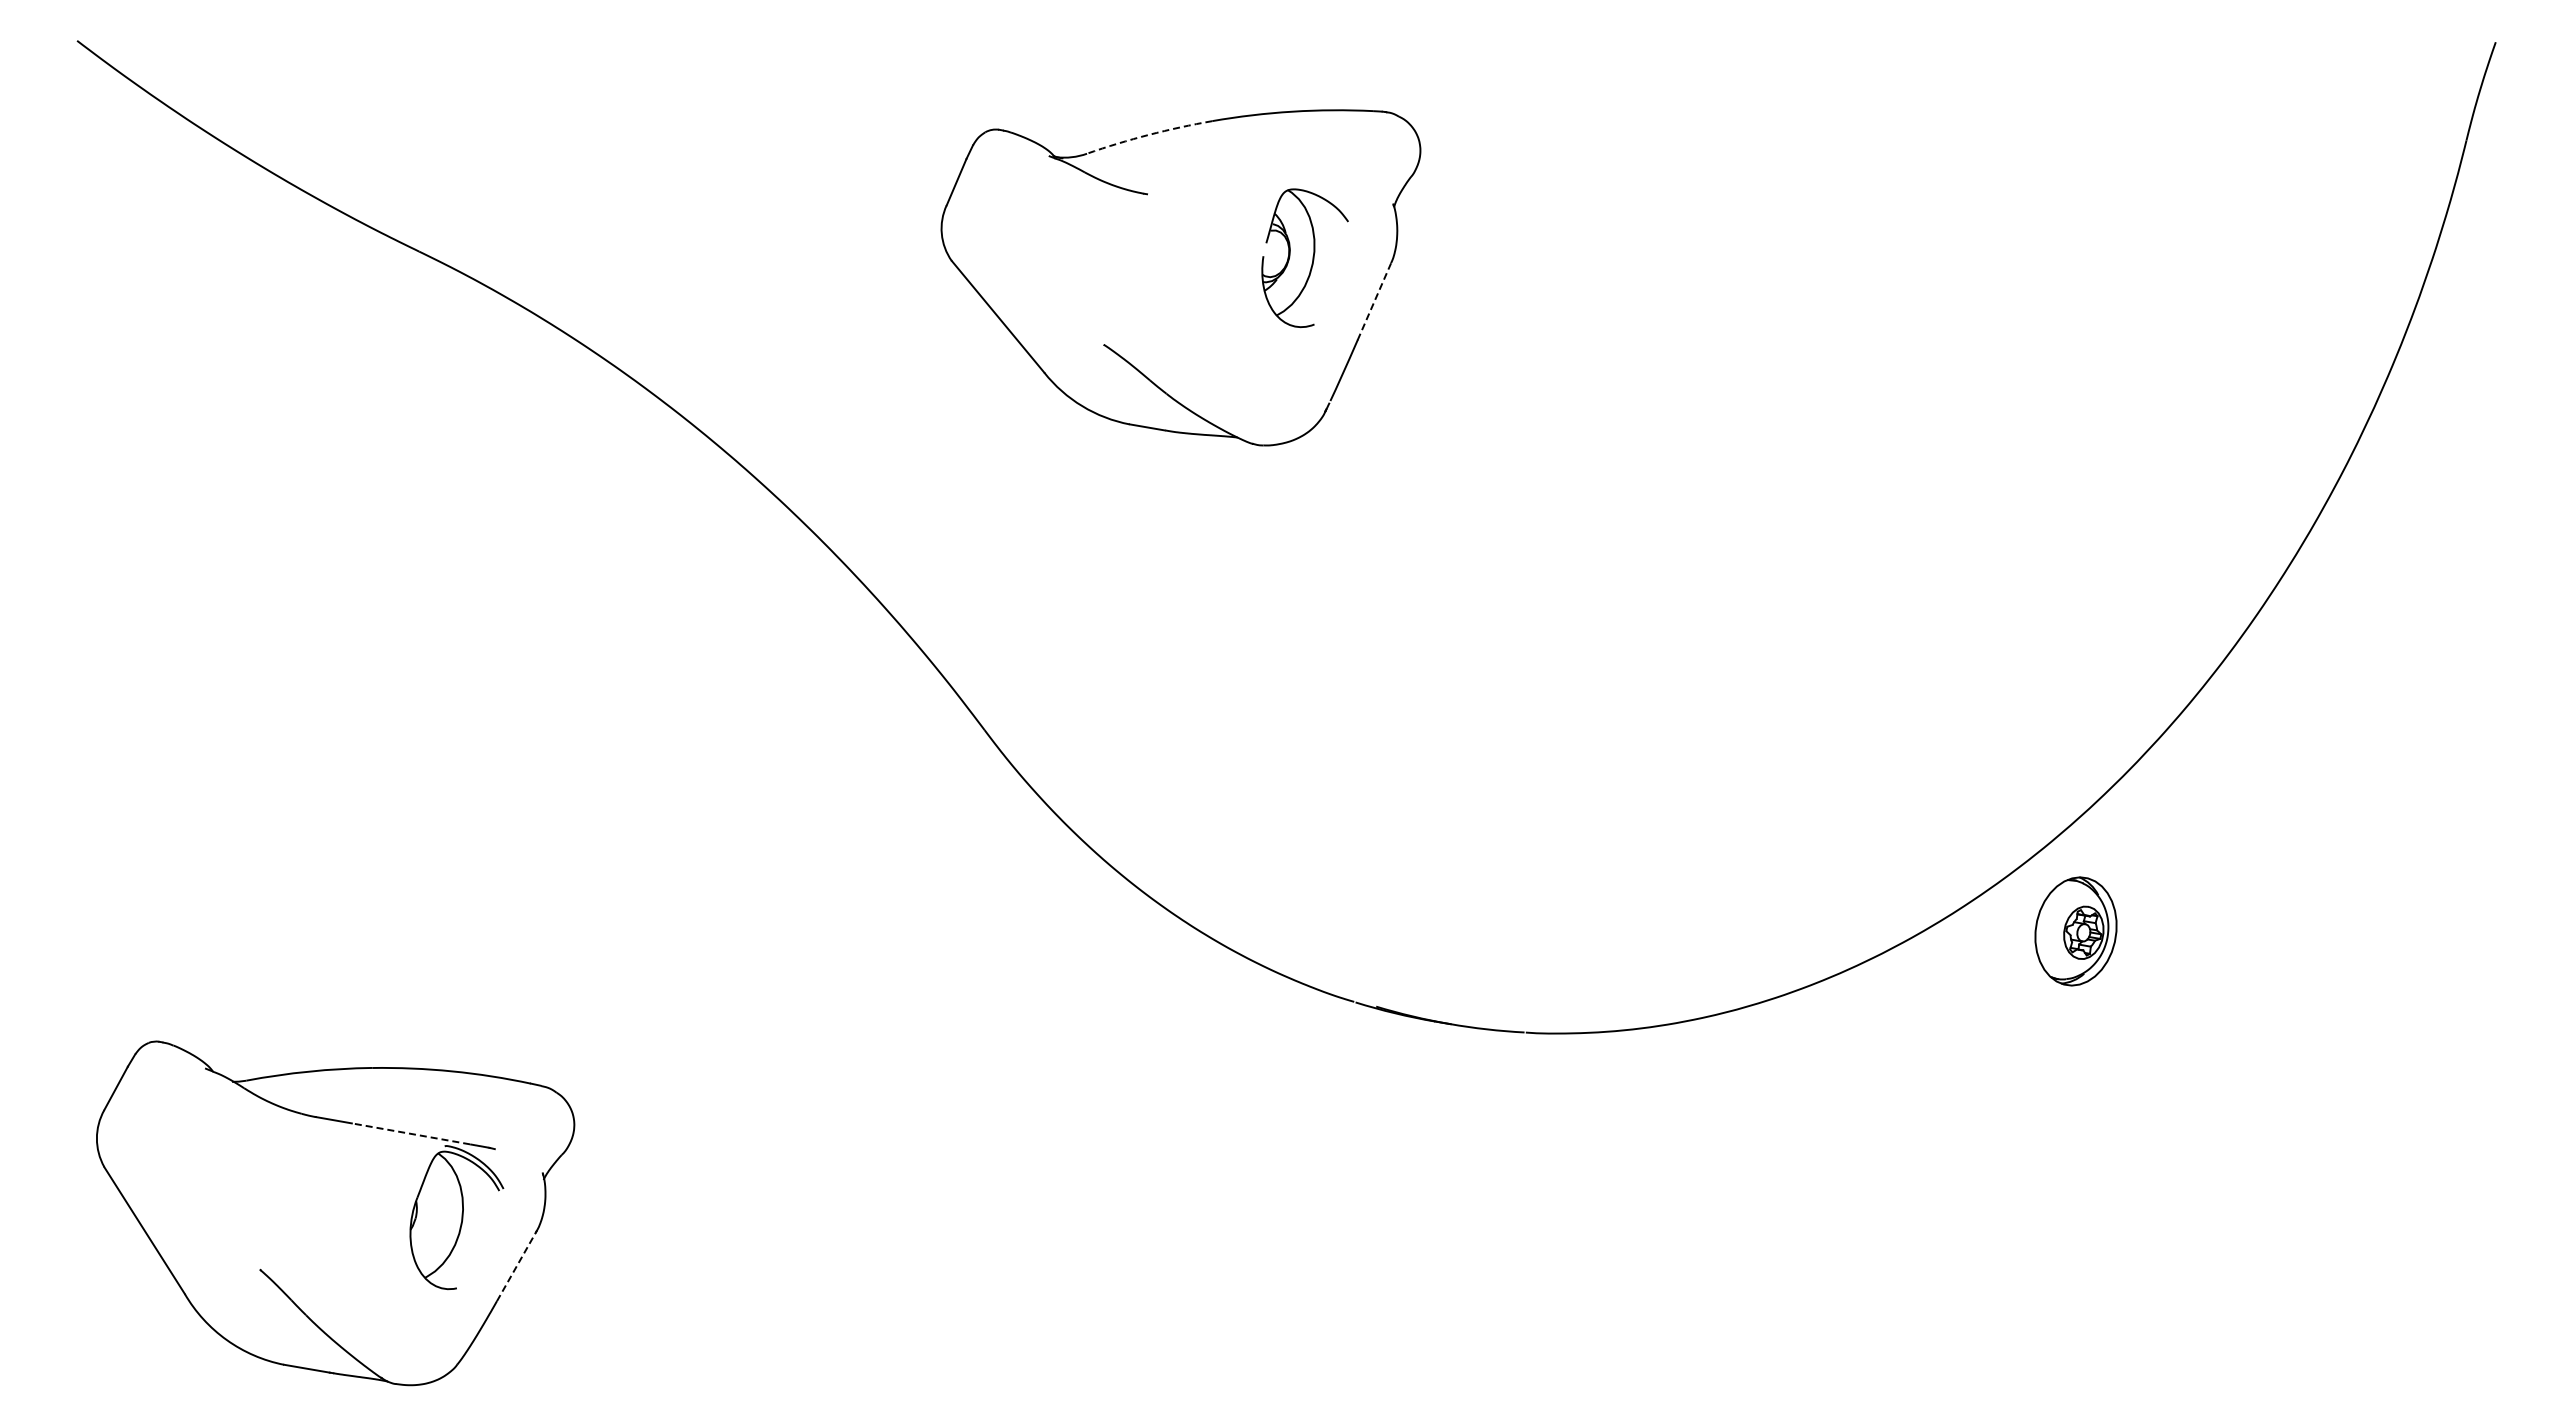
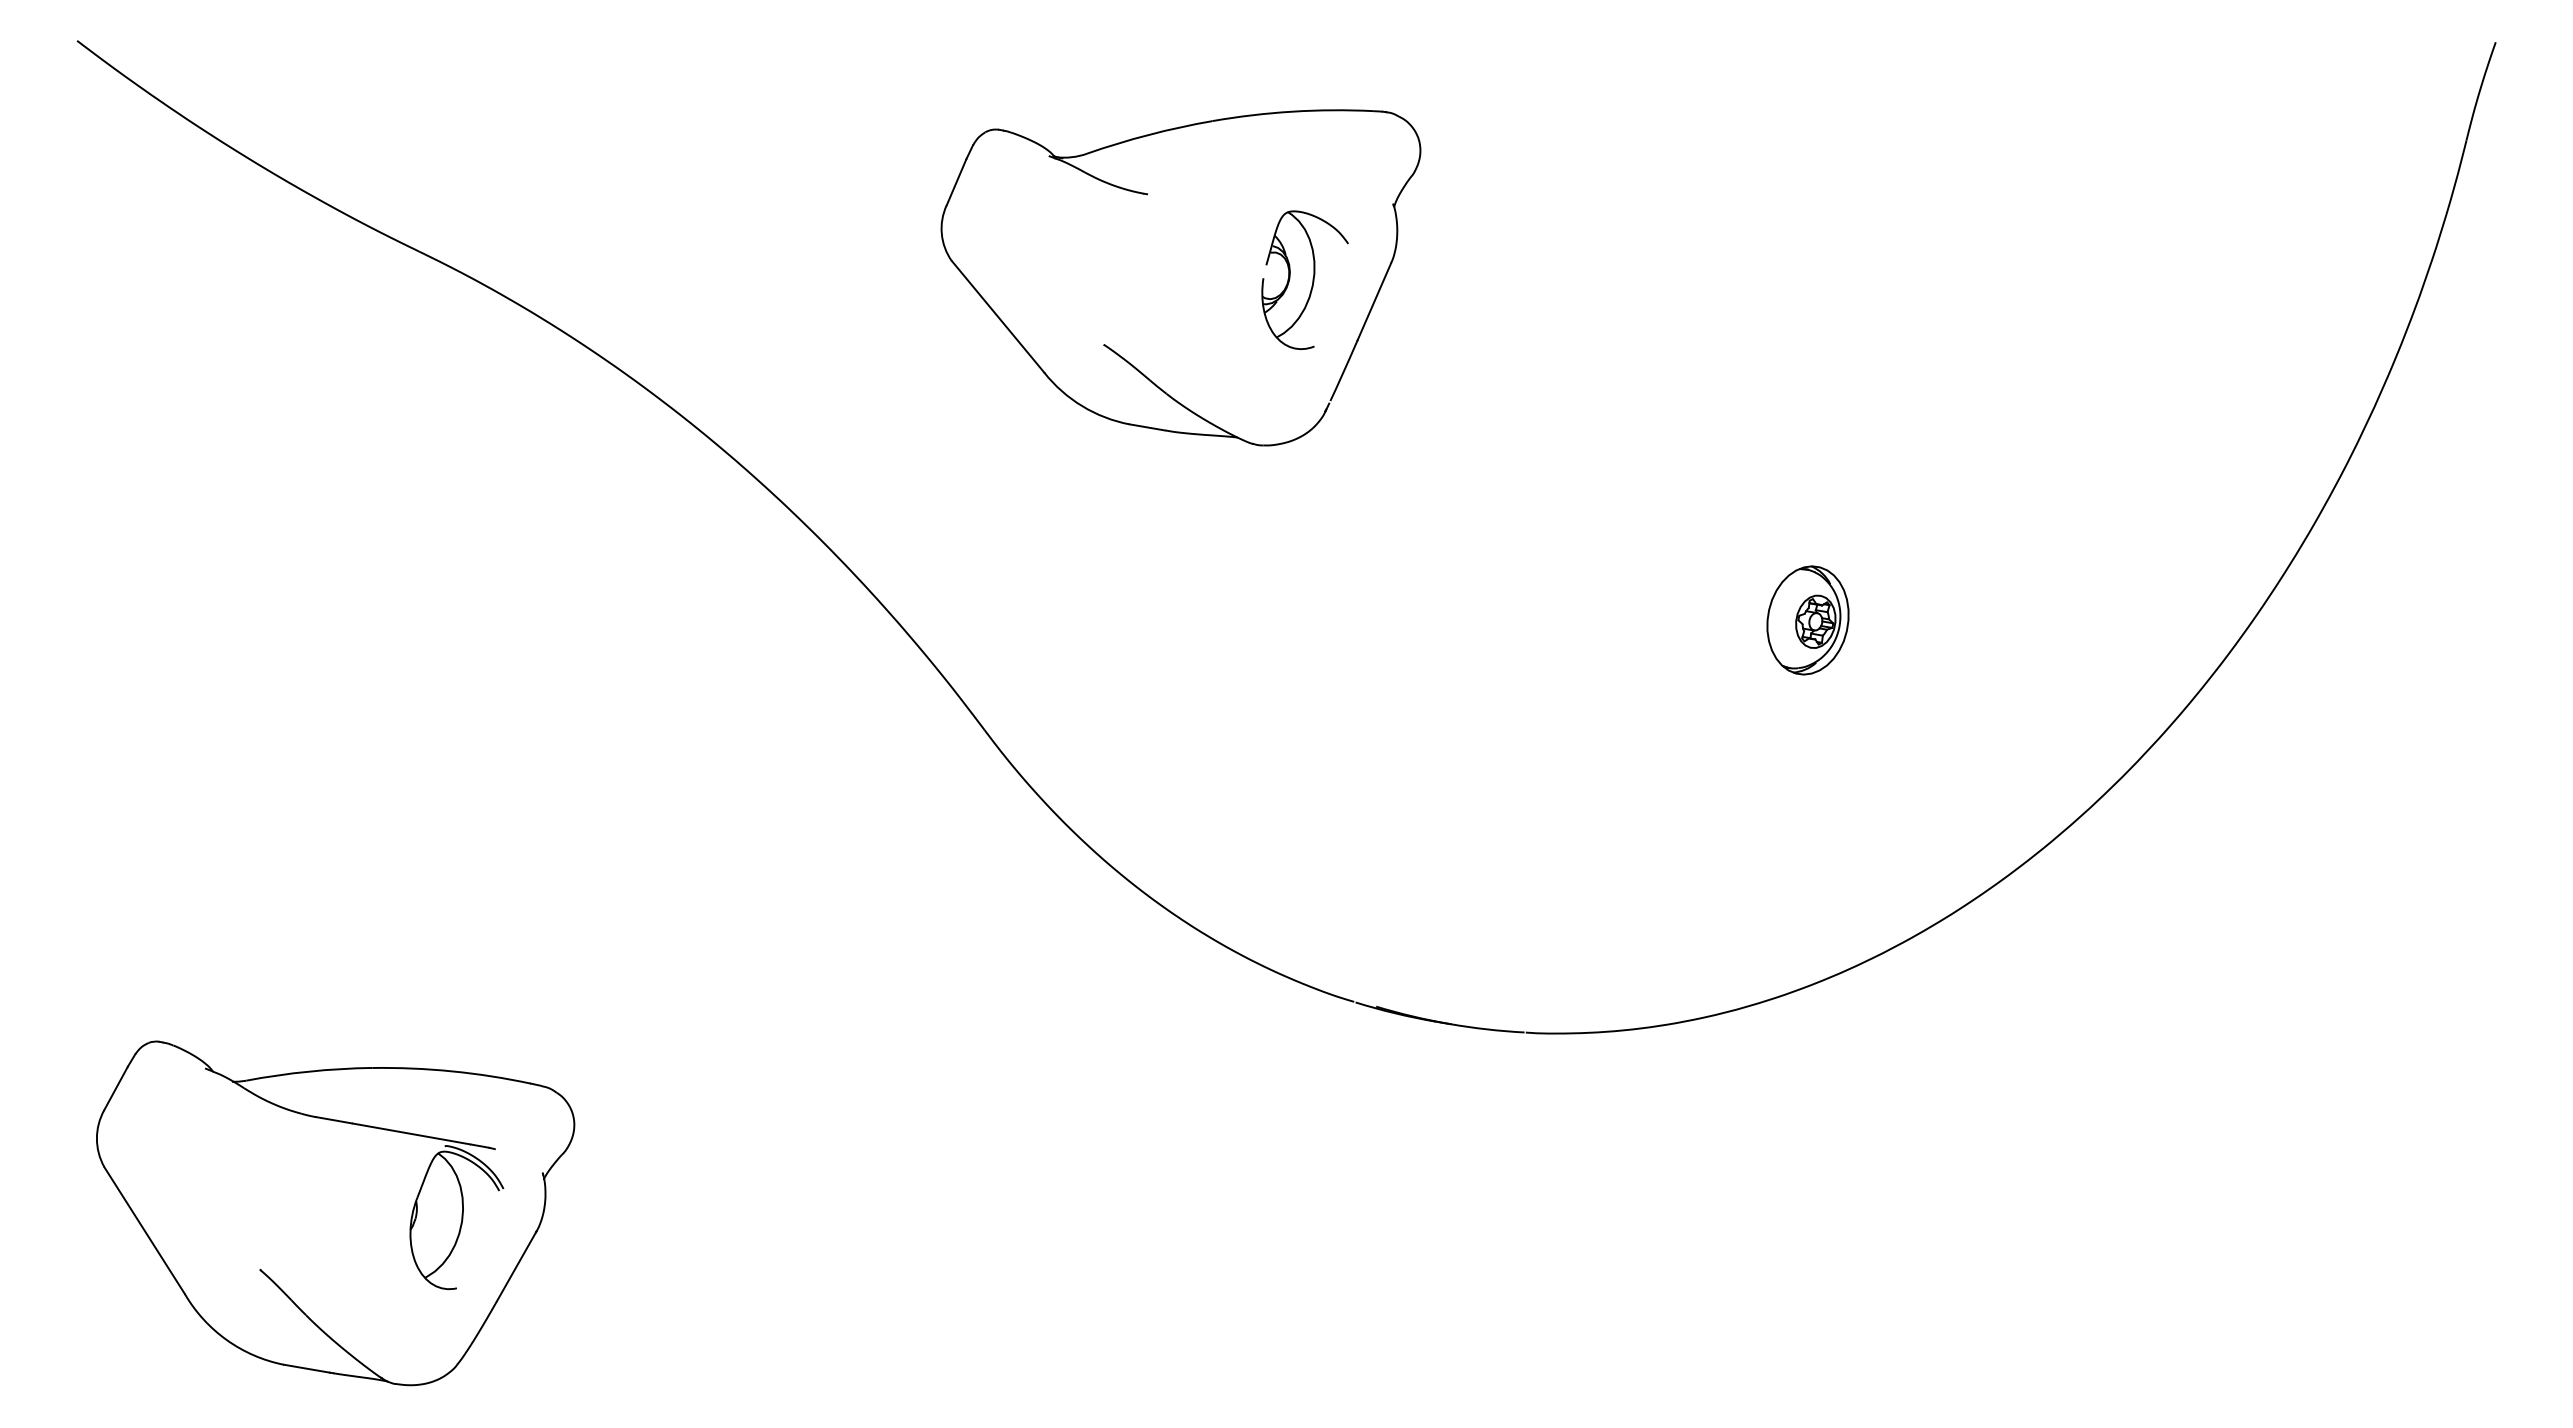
arc at (1148, 134): dashed -> solid
part at (1304, 258) position: (1304, 258) -> (1304, 280)
line at (1374, 301): dashed -> solid
part at (2075, 931) position: (2075, 931) -> (1807, 620)
line at (411, 1133): dashed -> solid
line at (516, 1266): dashed -> solid
